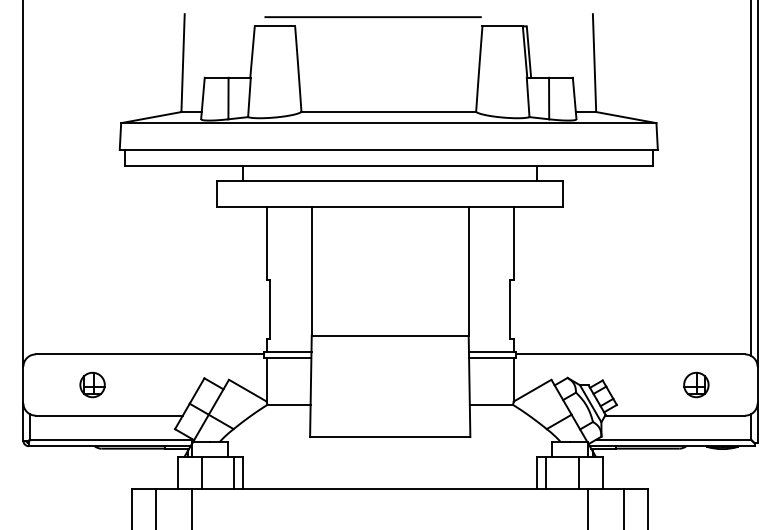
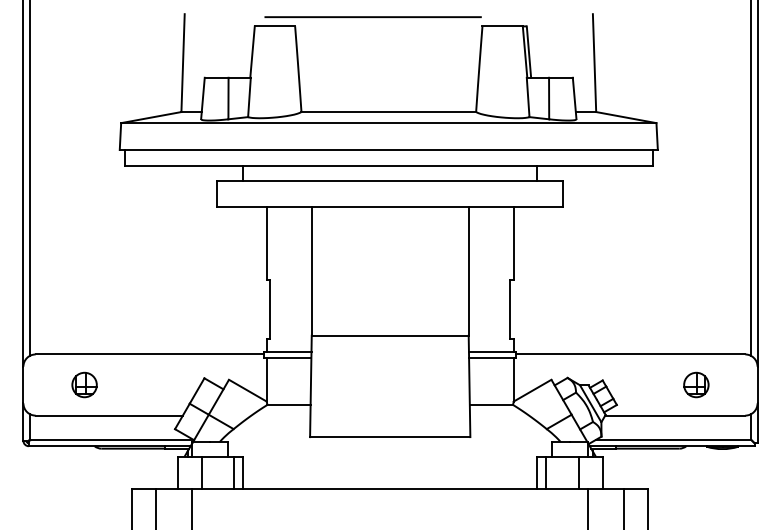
line at (30, 178): none -> present
part at (92, 384) position: (92, 384) -> (84, 384)
